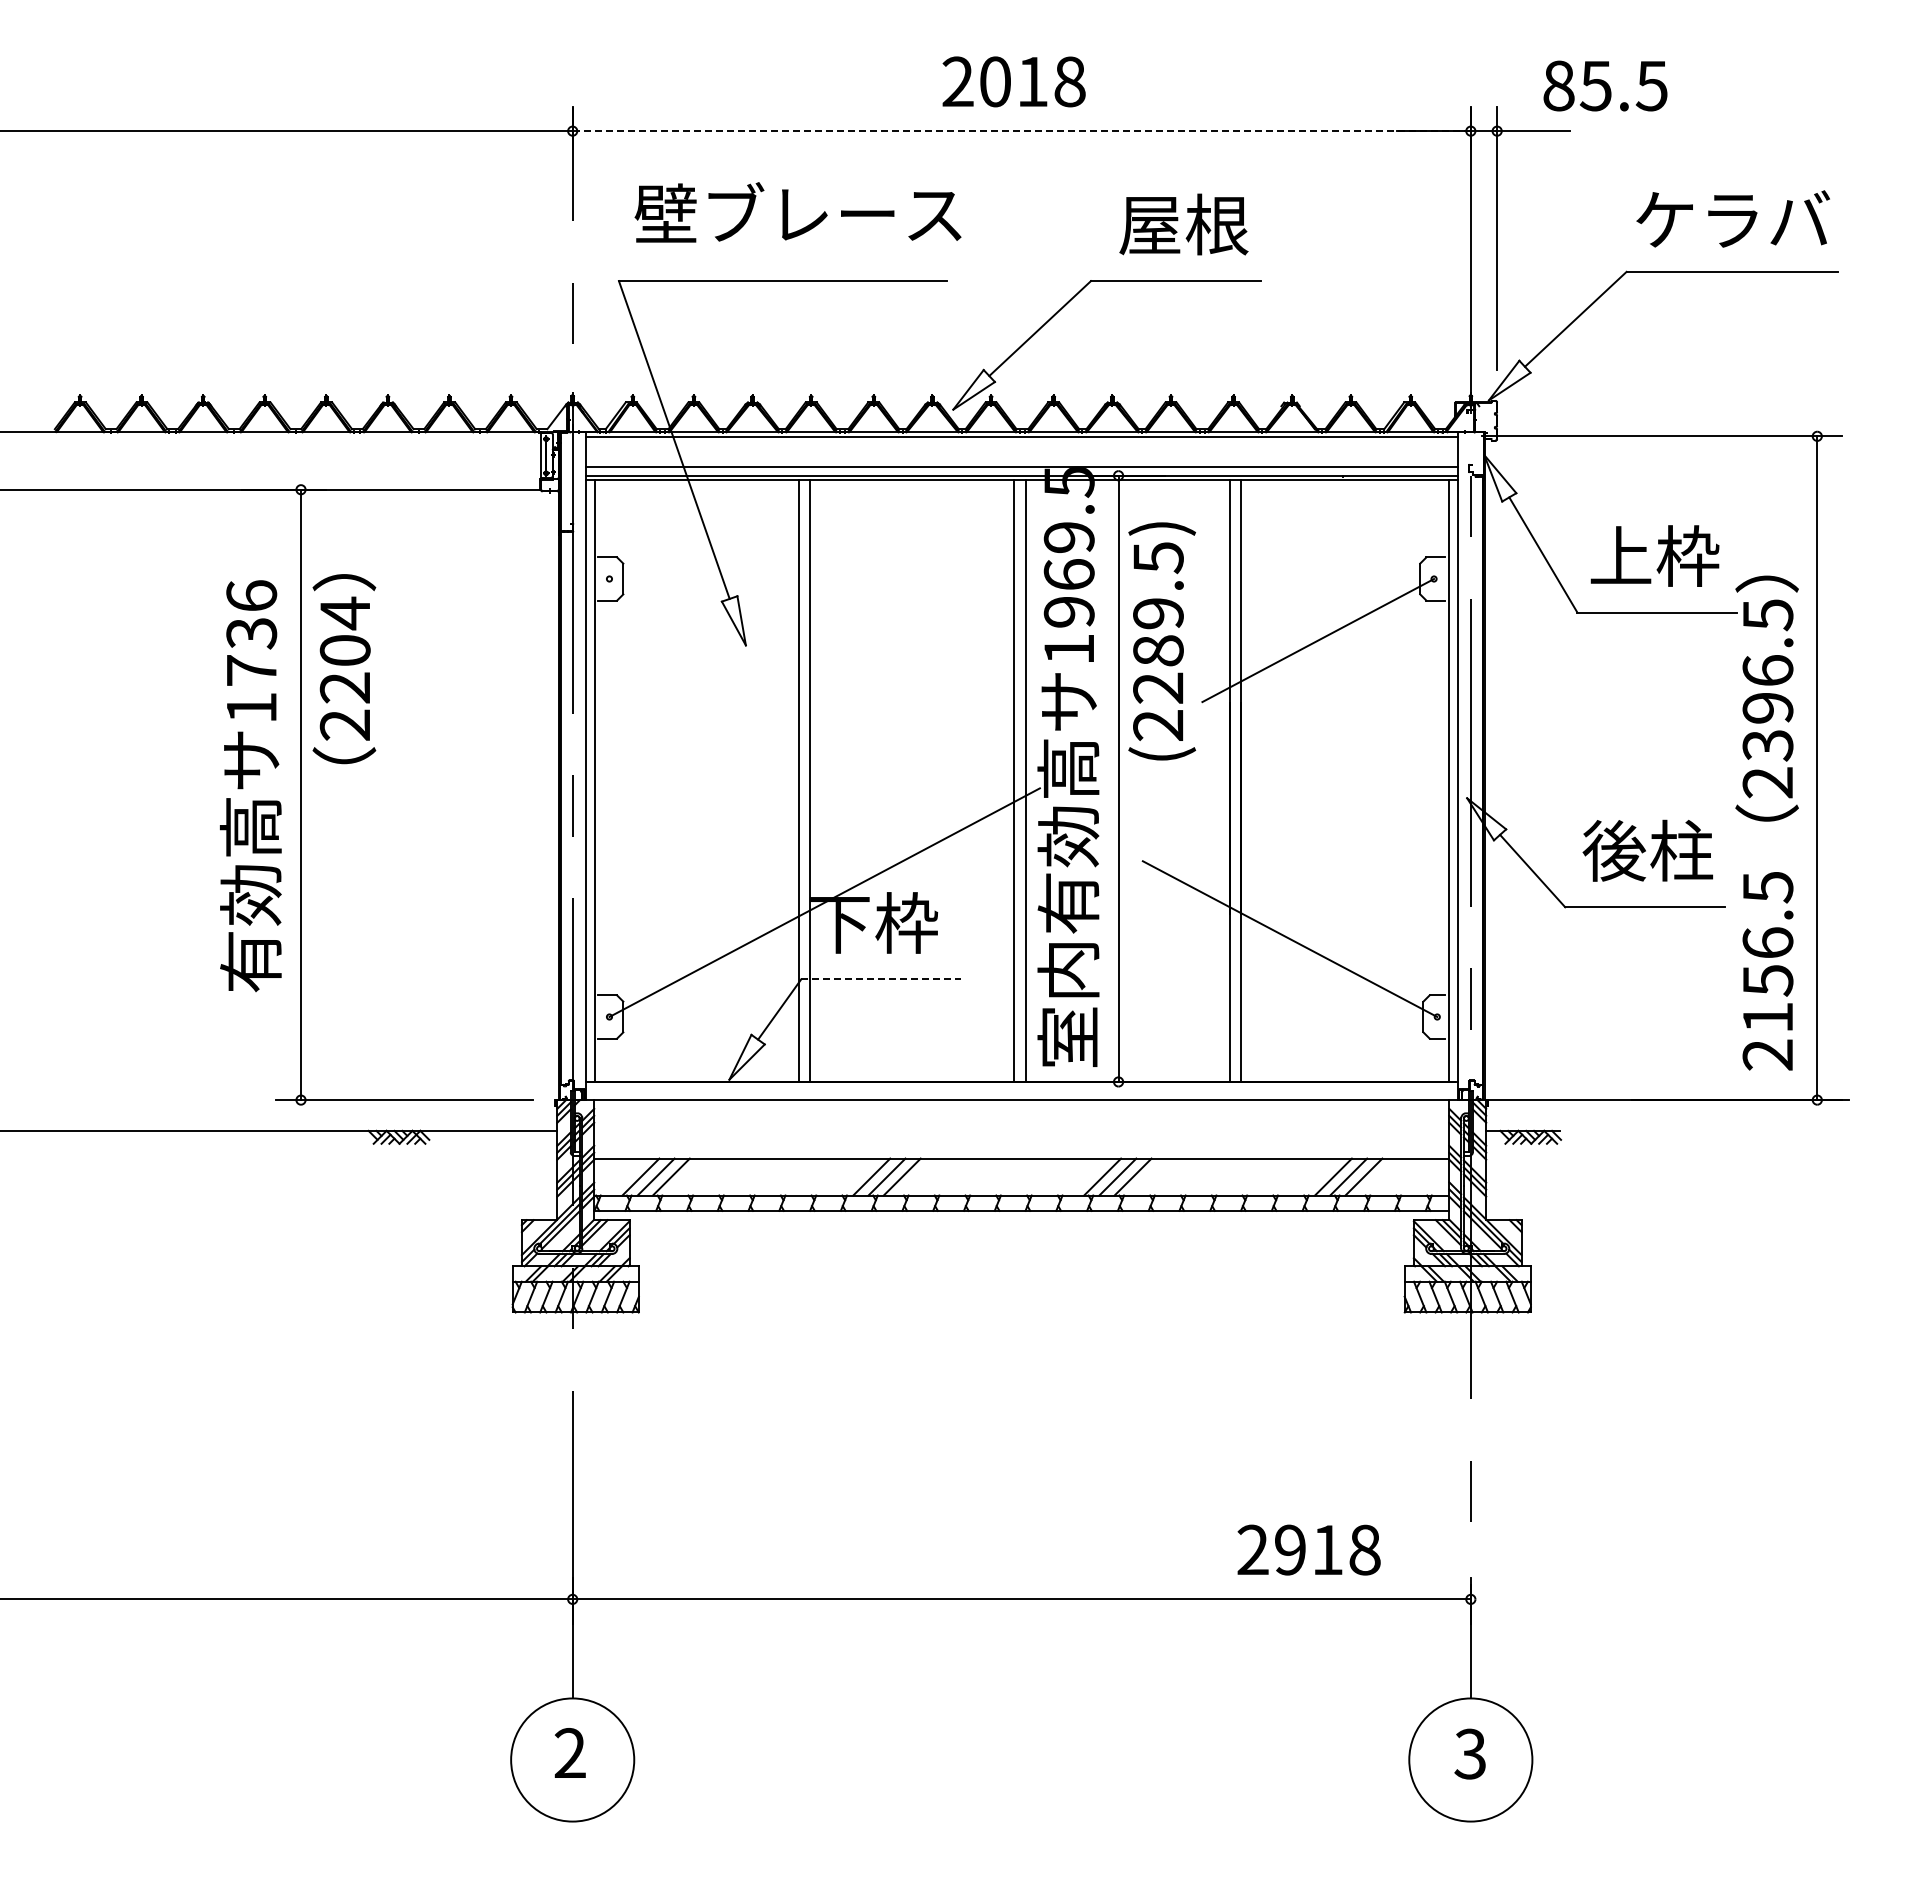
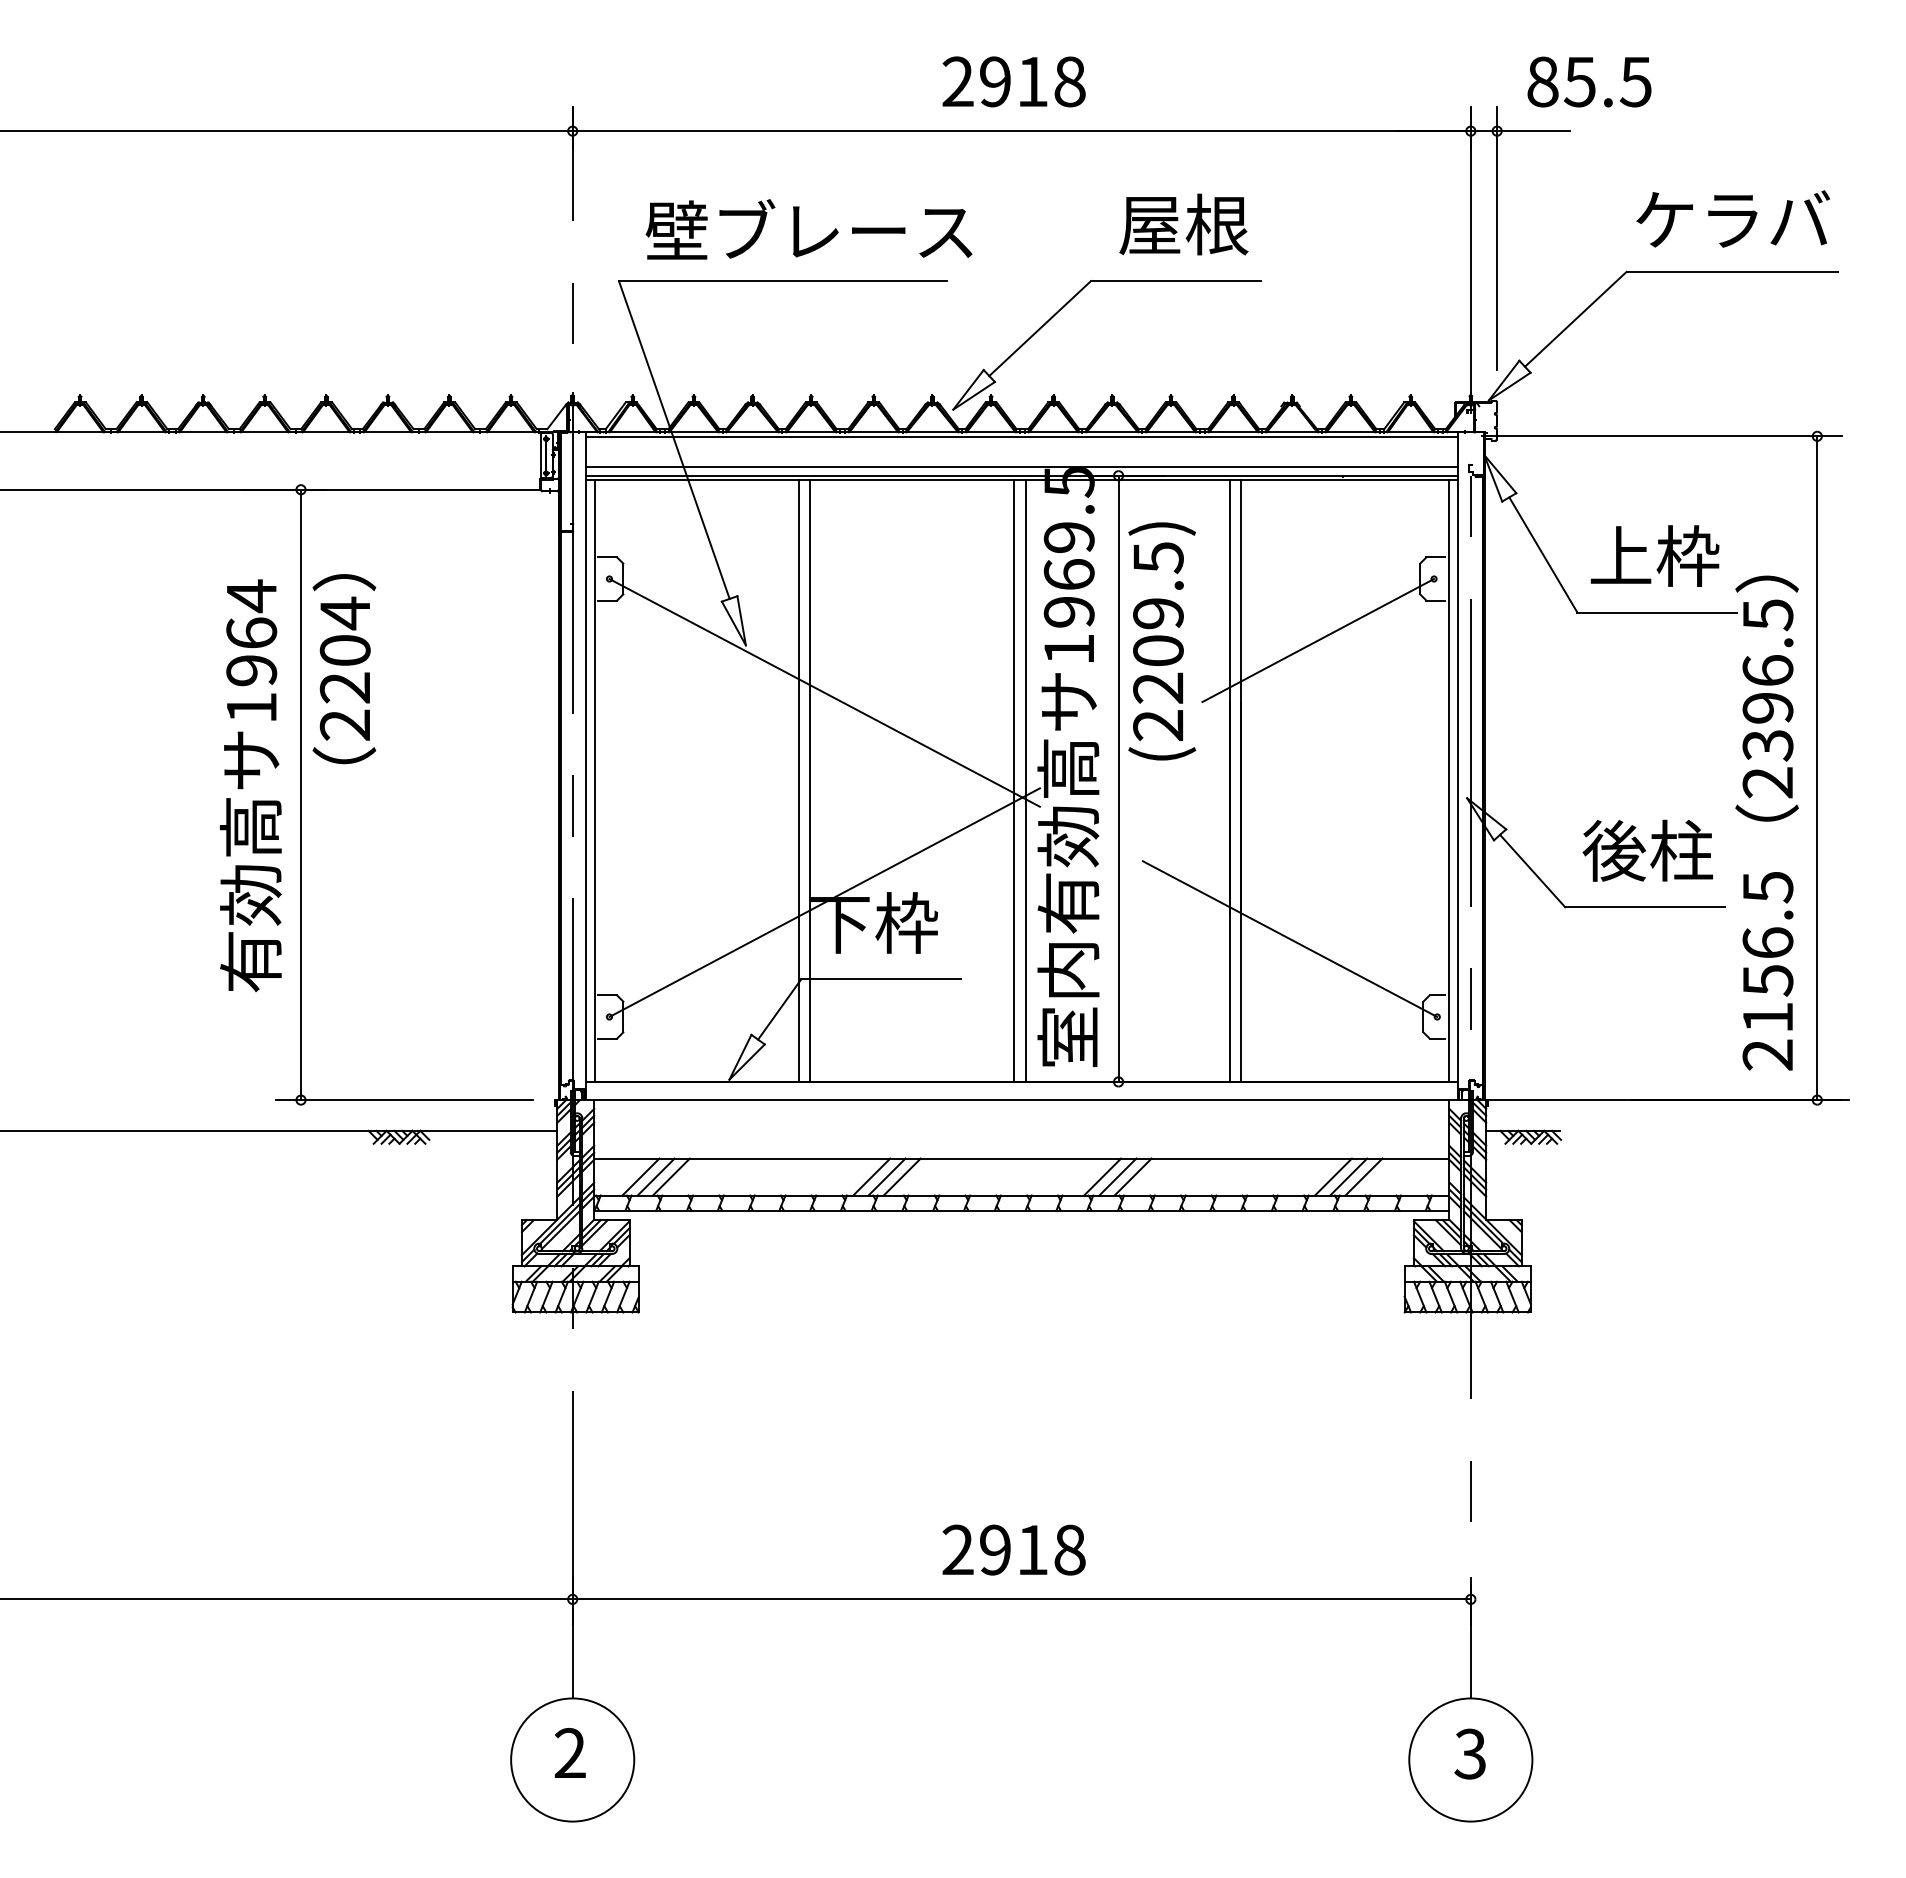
text at (995, 81): 2018 -> 2918
text at (1605, 85) position: (1605, 85) -> (1589, 81)
line at (1021, 131): dashed -> solid
text at (797, 212) position: (797, 212) -> (808, 229)
text at (251, 632): 1736 -> 1964
text at (1158, 650): (2289.5) -> (2209.5)
line at (824, 692): none -> present
line at (881, 979): dashed -> solid
text at (1308, 1549) position: (1308, 1549) -> (1013, 1549)
